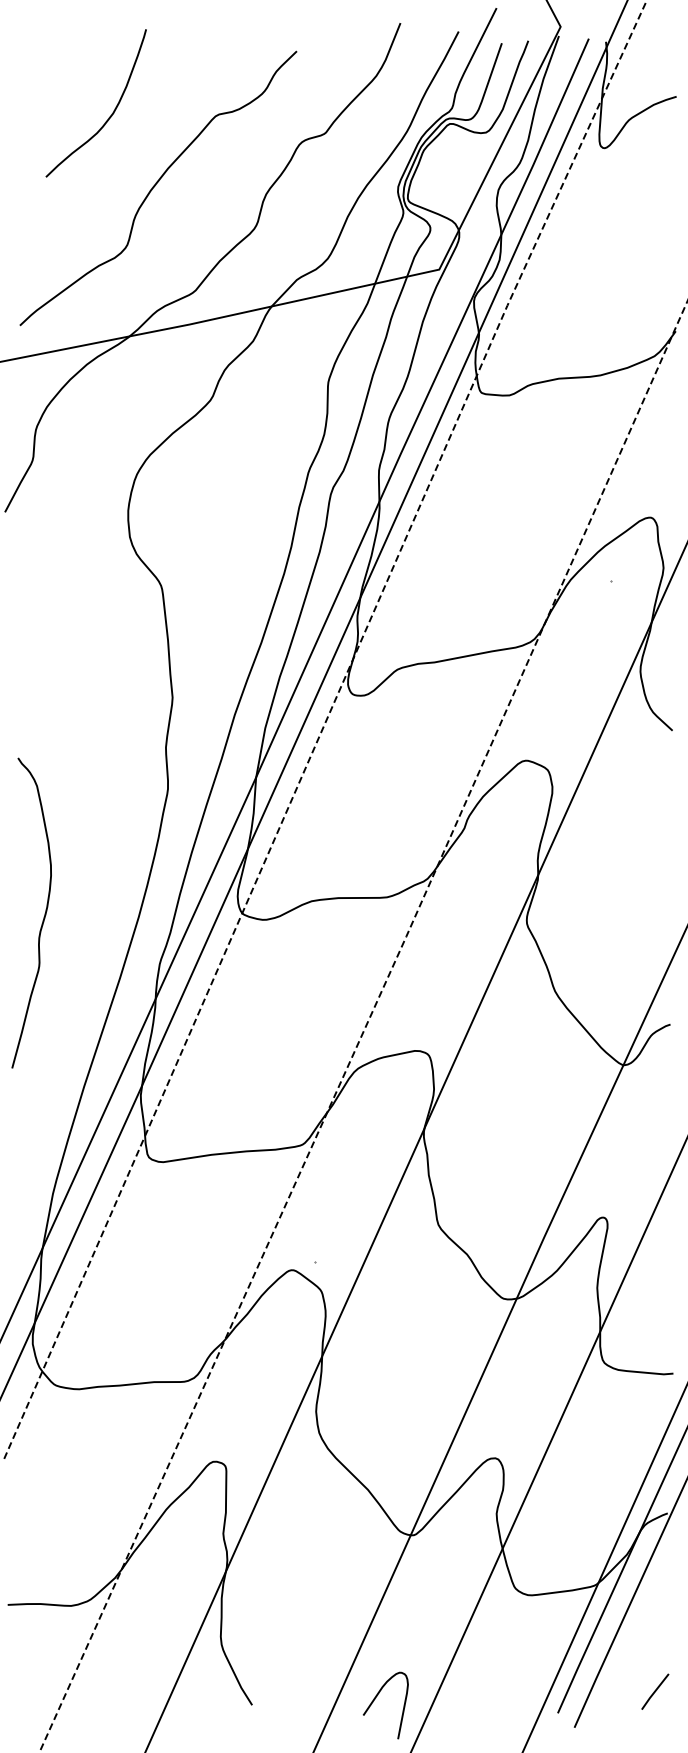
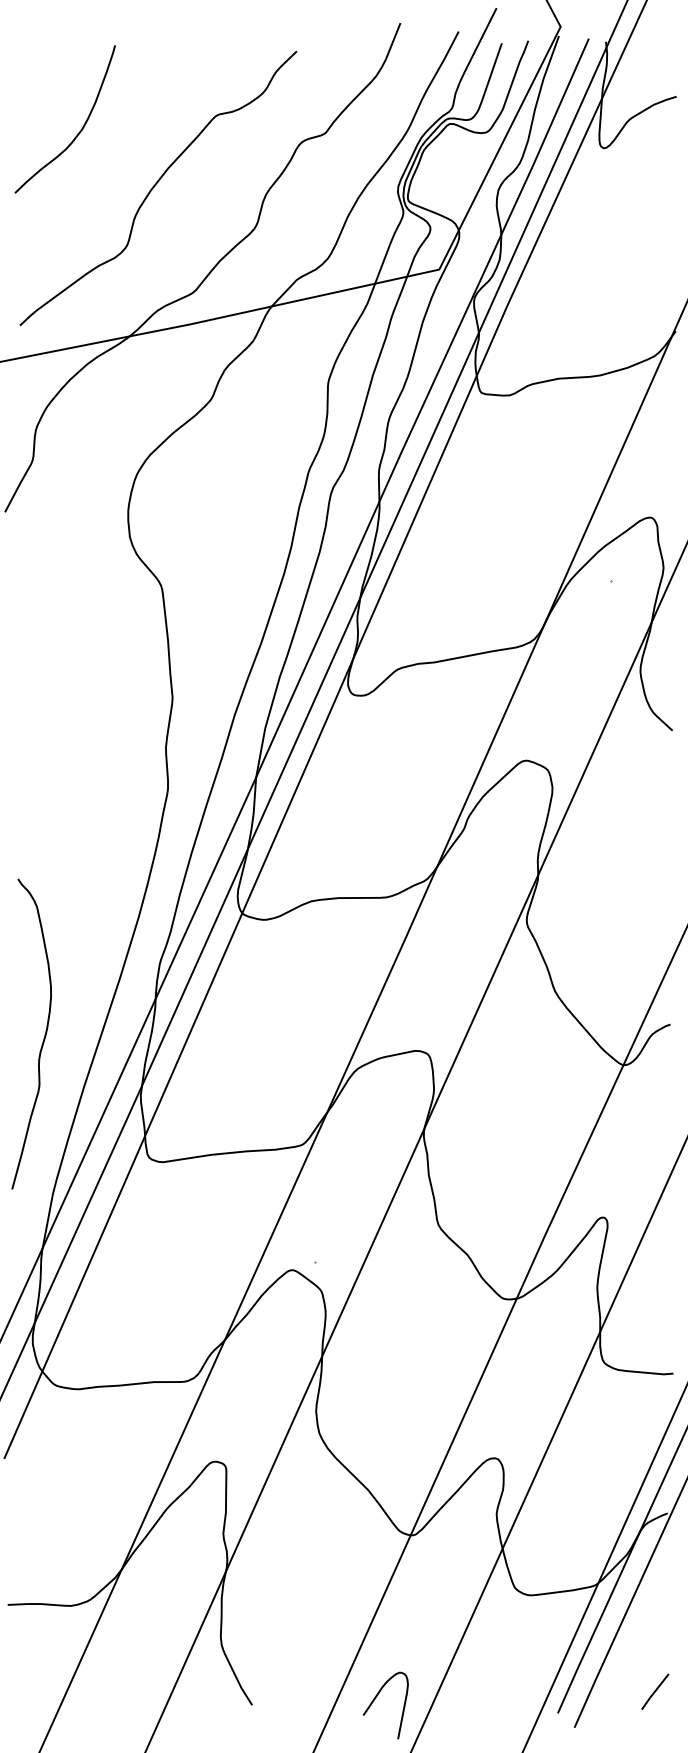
curve at (109, 116) position: (109, 116) -> (78, 132)
line at (323, 727): dashed -> solid
curve at (43, 917) position: (43, 917) -> (43, 1038)
line at (365, 1026): dashed -> solid
